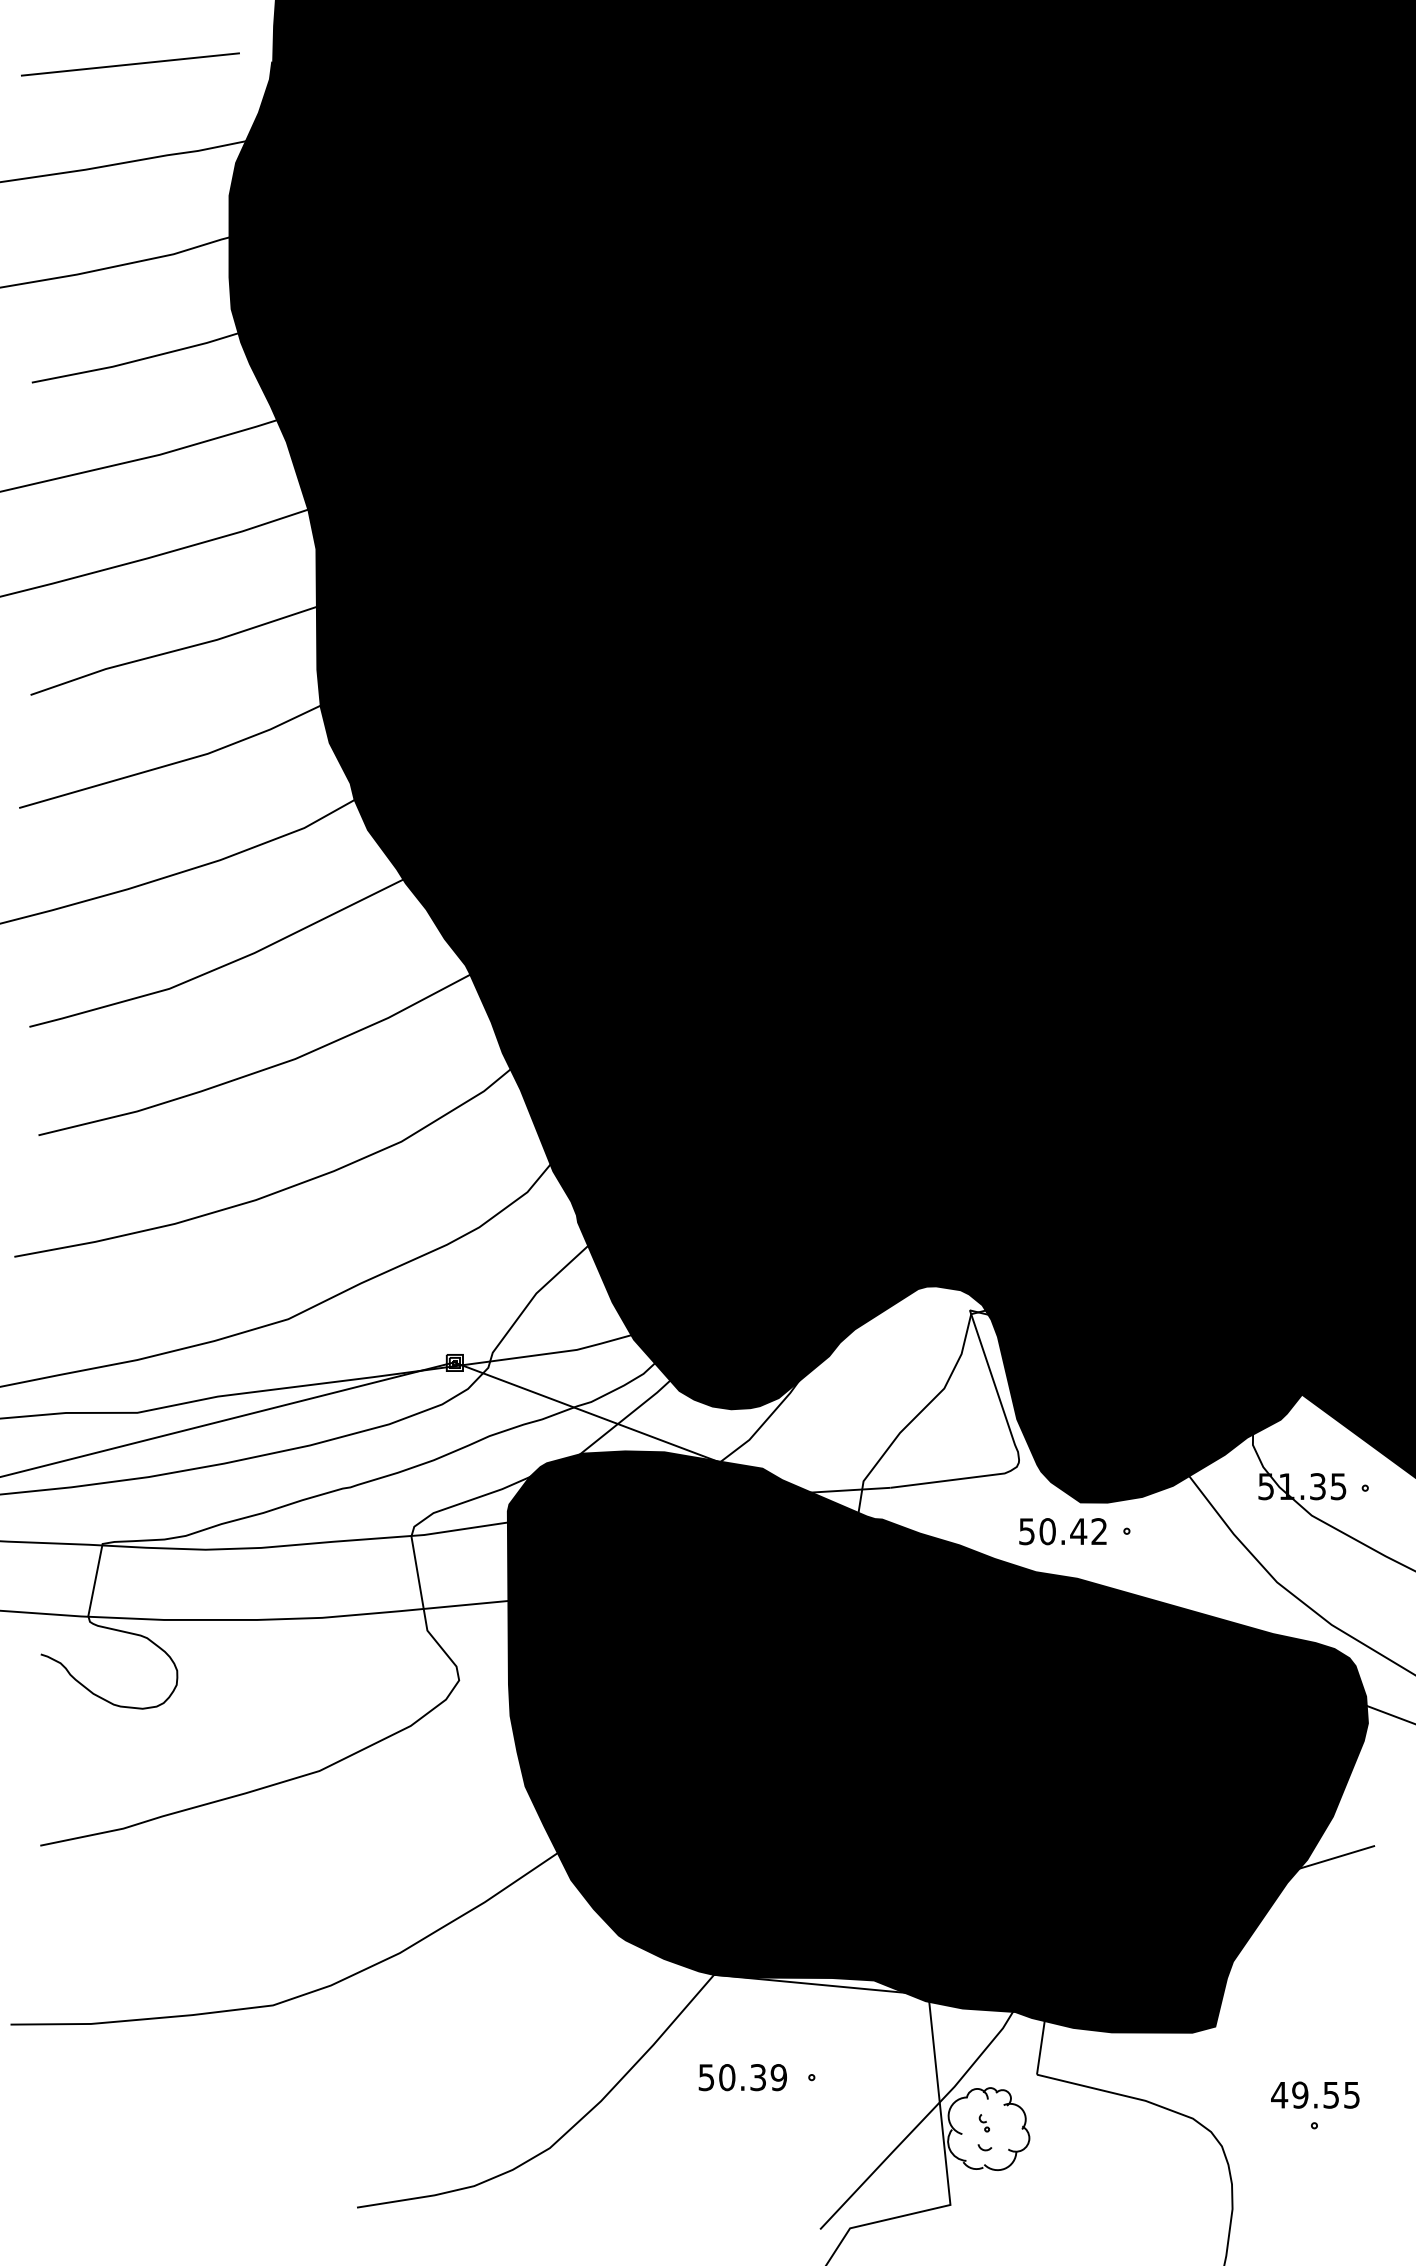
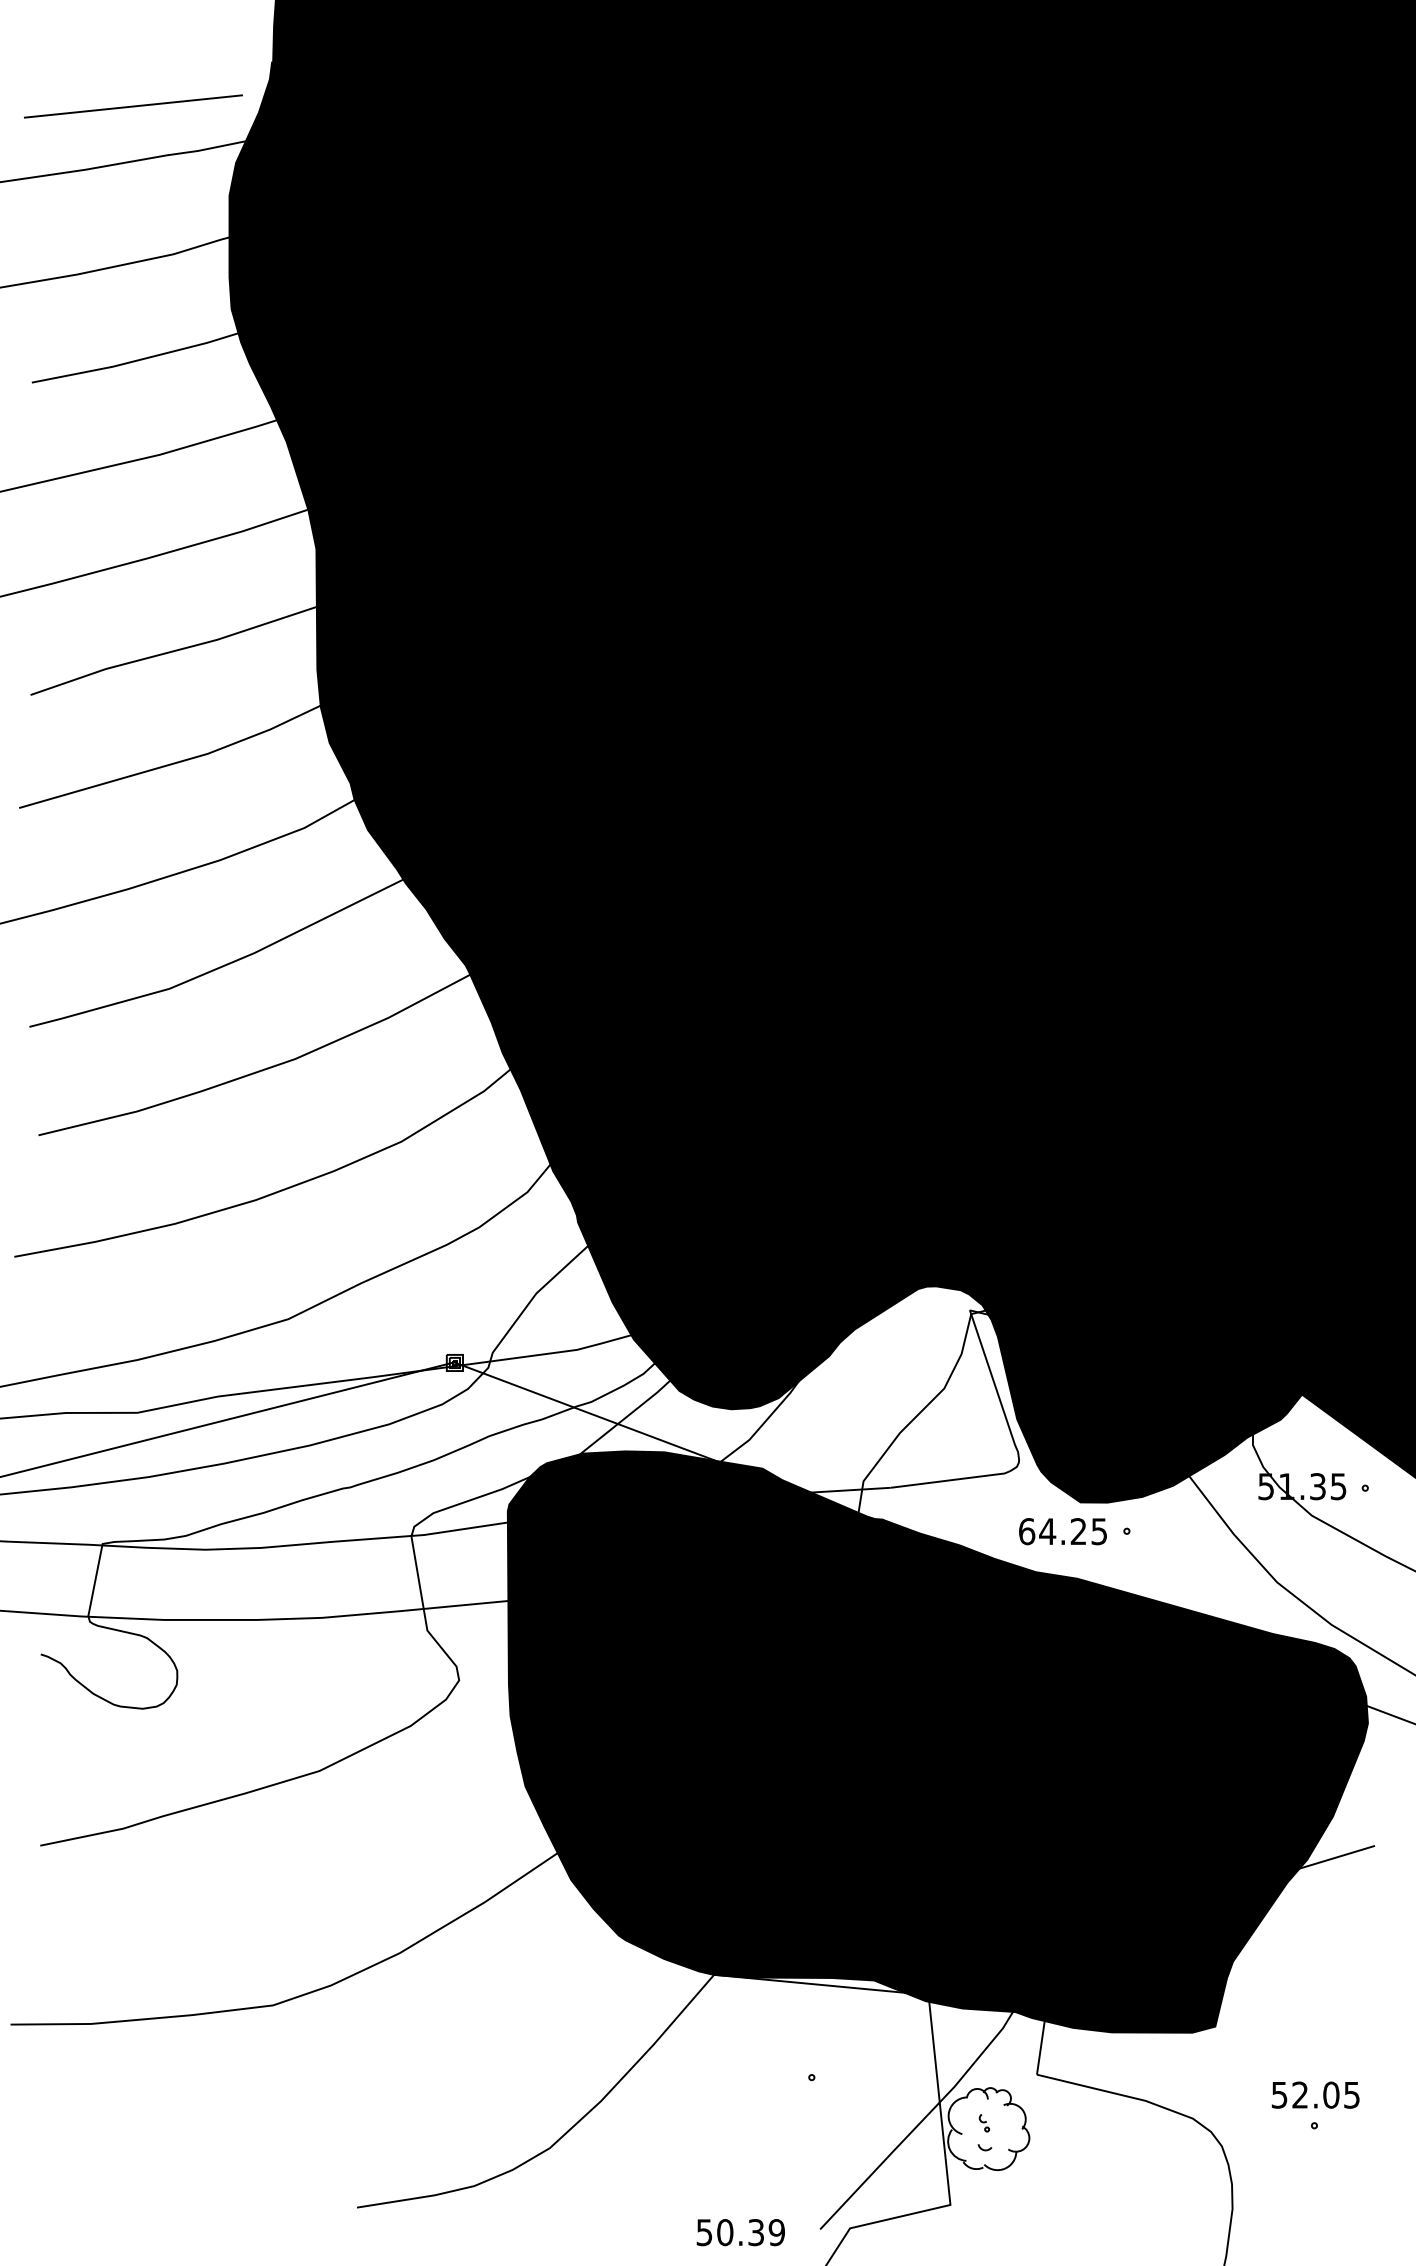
line at (130, 64) position: (130, 64) -> (133, 106)
text at (1062, 1531): 50.42 -> 64.25
text at (742, 2077) position: (742, 2077) -> (740, 2232)
text at (1305, 2094): 49.55 -> 52.05
